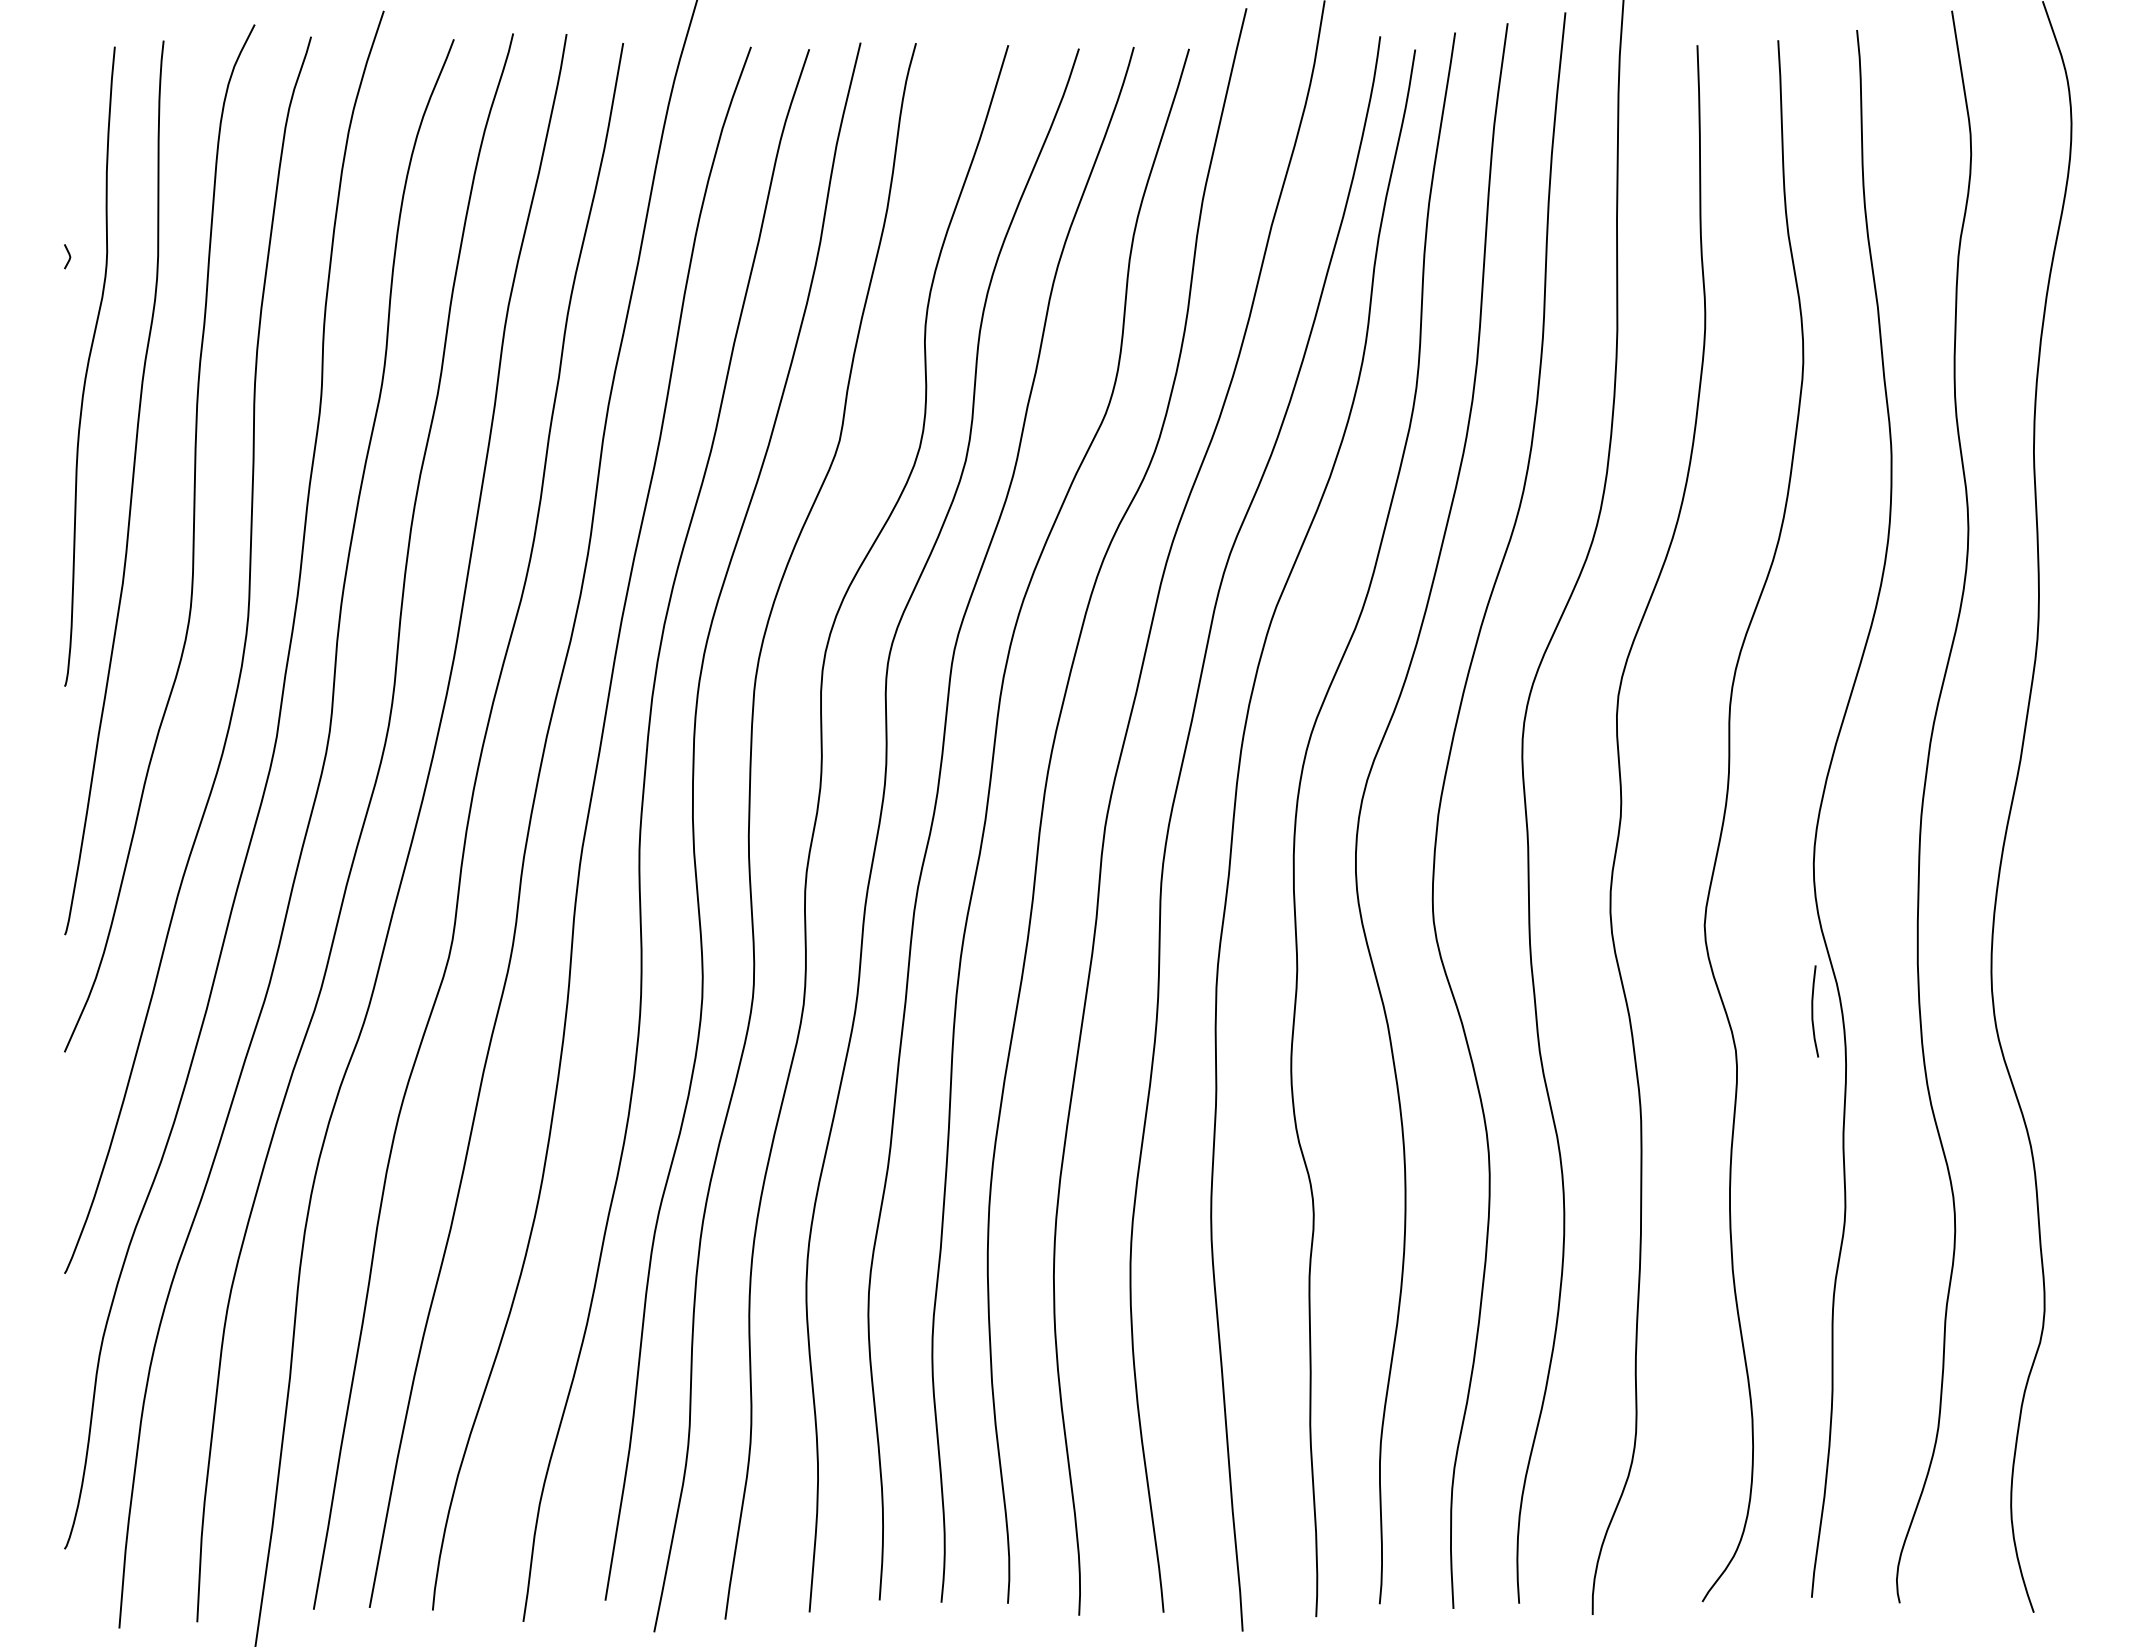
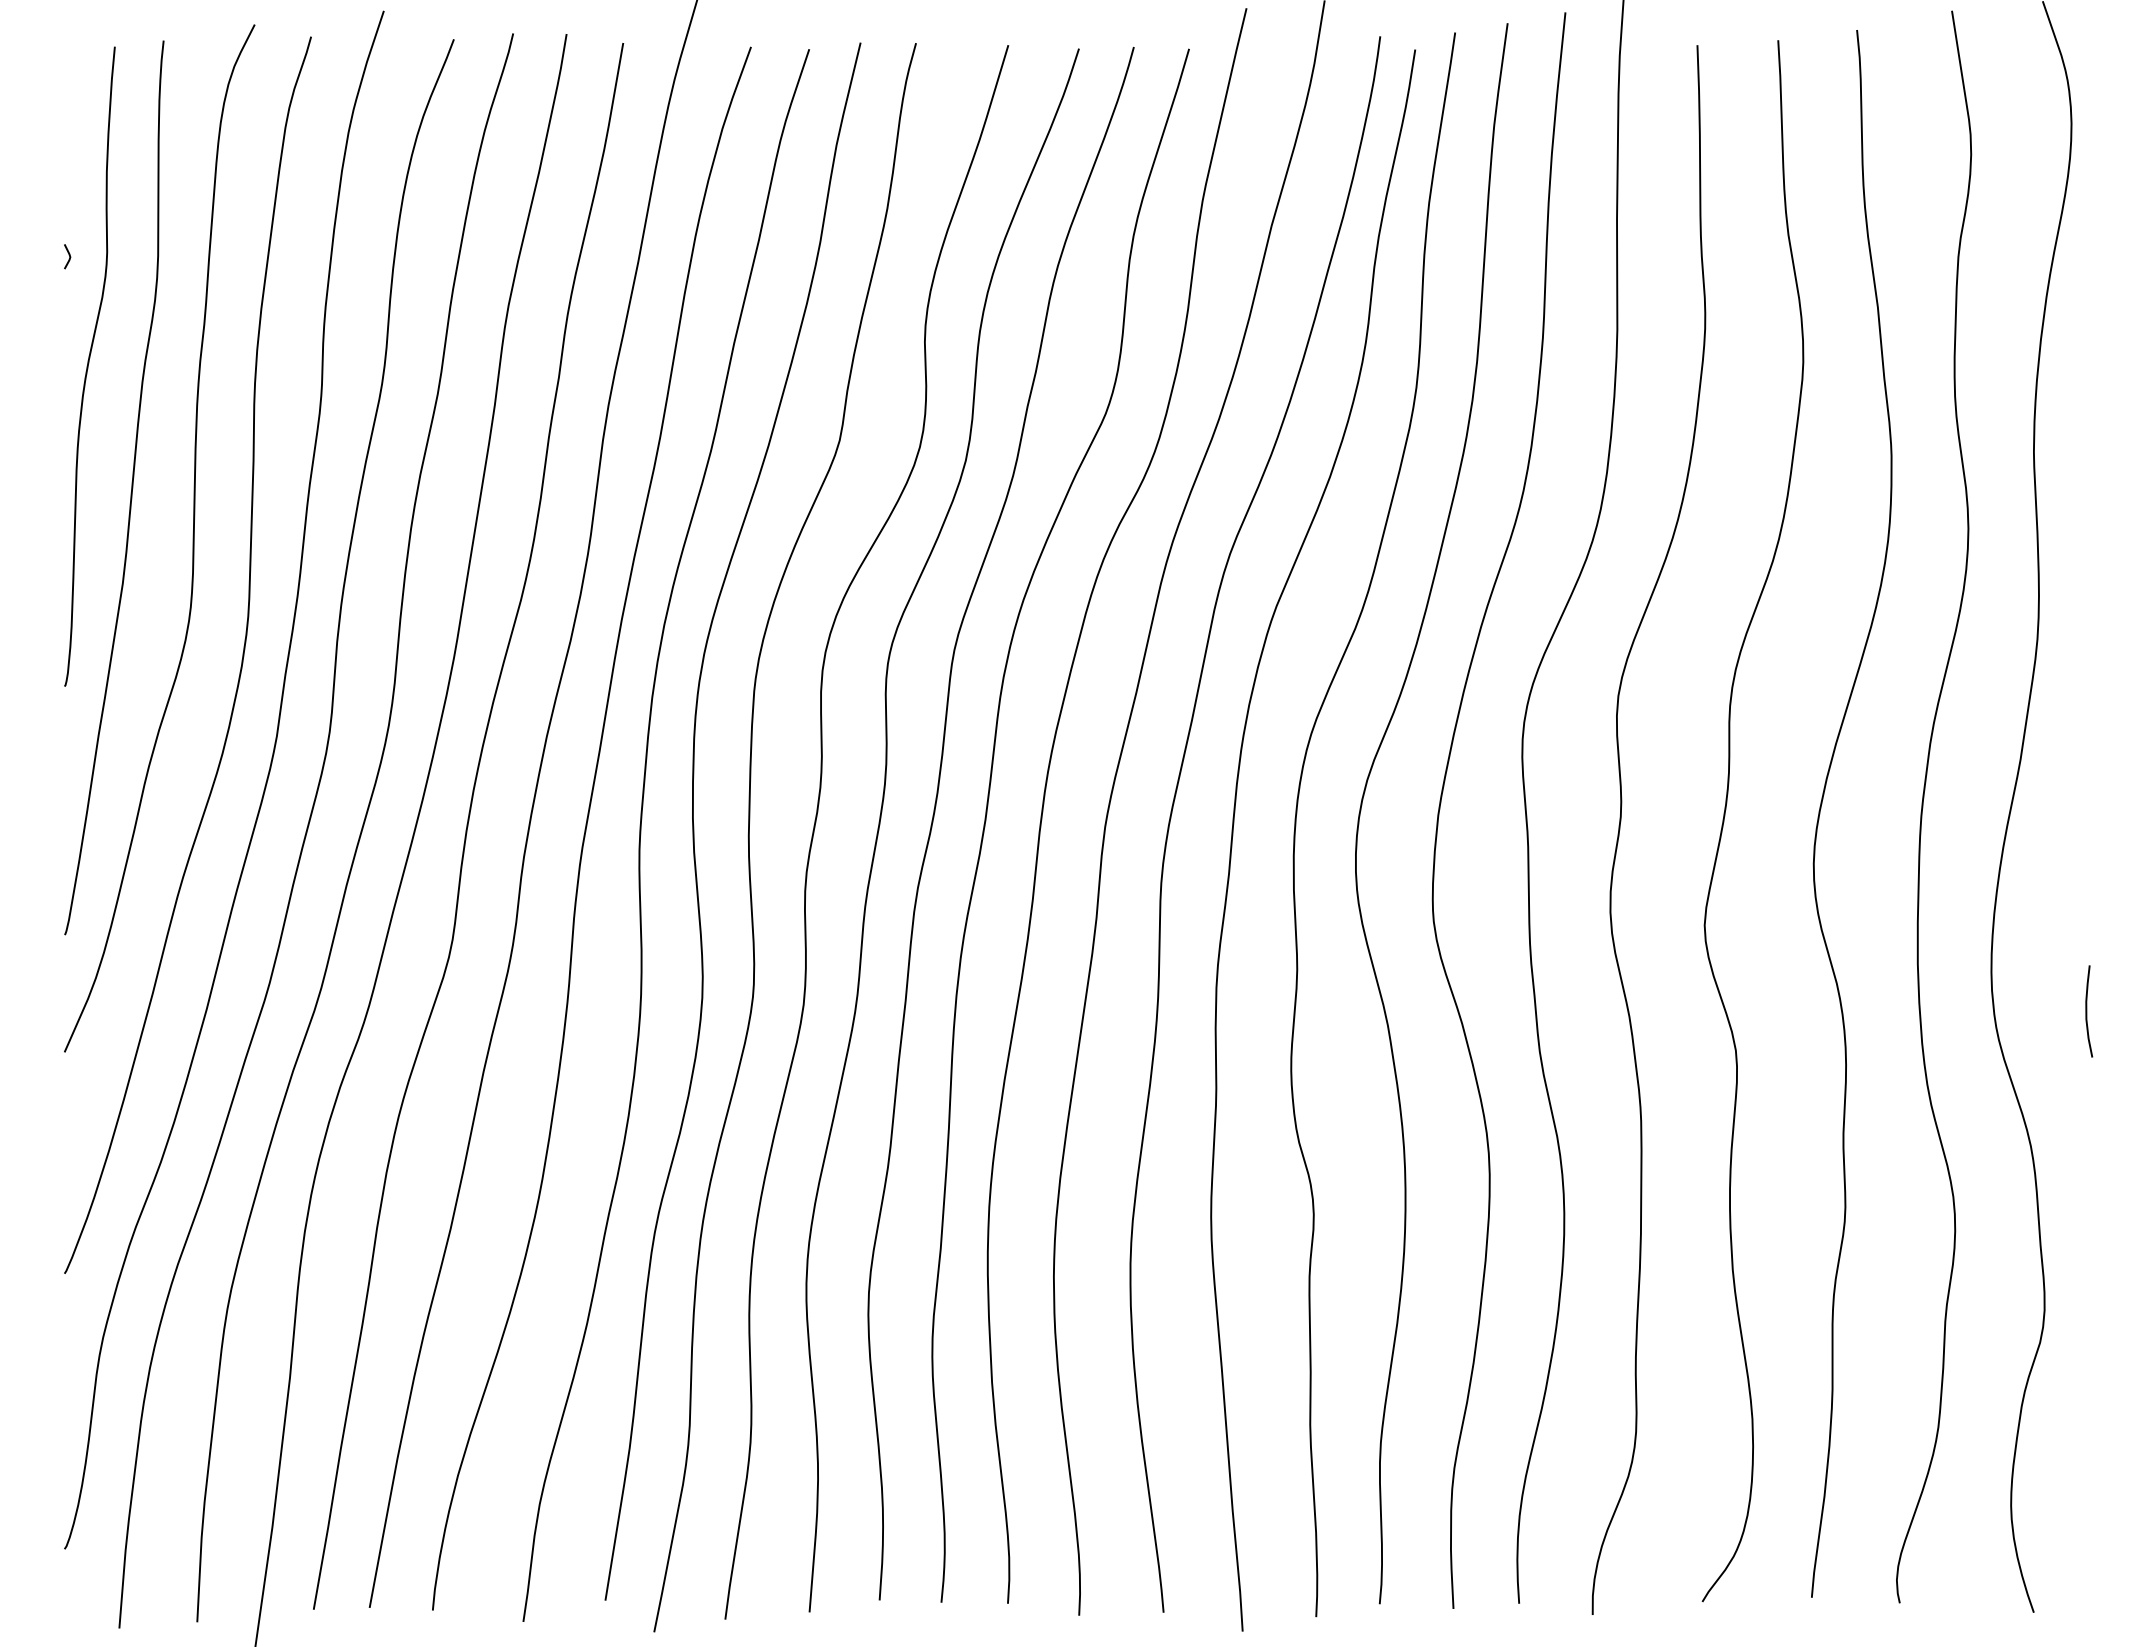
curve at (1813, 1011) position: (1813, 1011) -> (2087, 1011)
